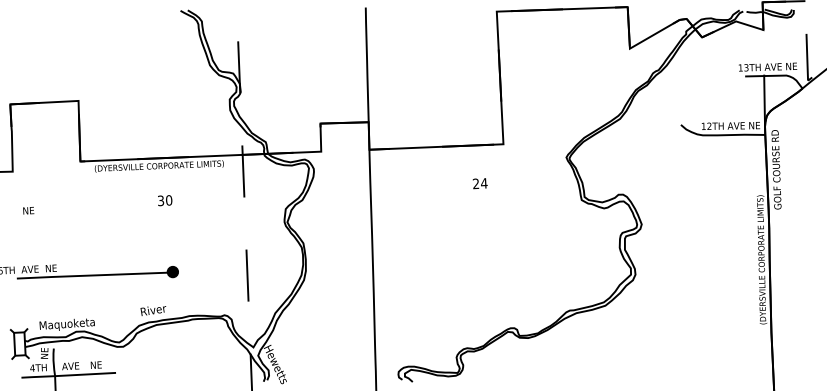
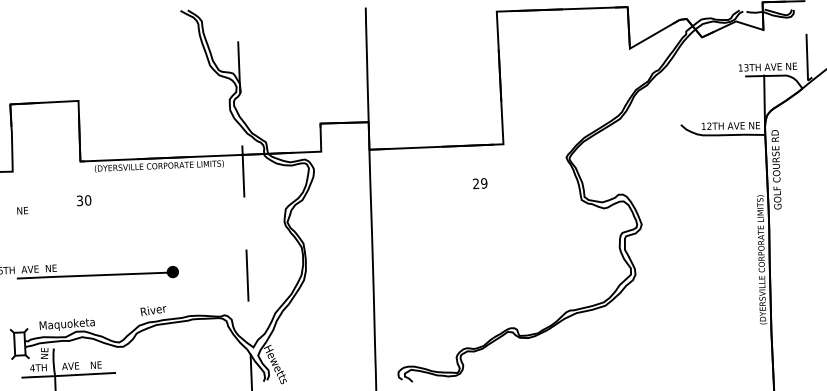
text at (484, 183): 24 -> 29
text at (165, 200) position: (165, 200) -> (84, 200)
text at (28, 210) position: (28, 210) -> (22, 210)
